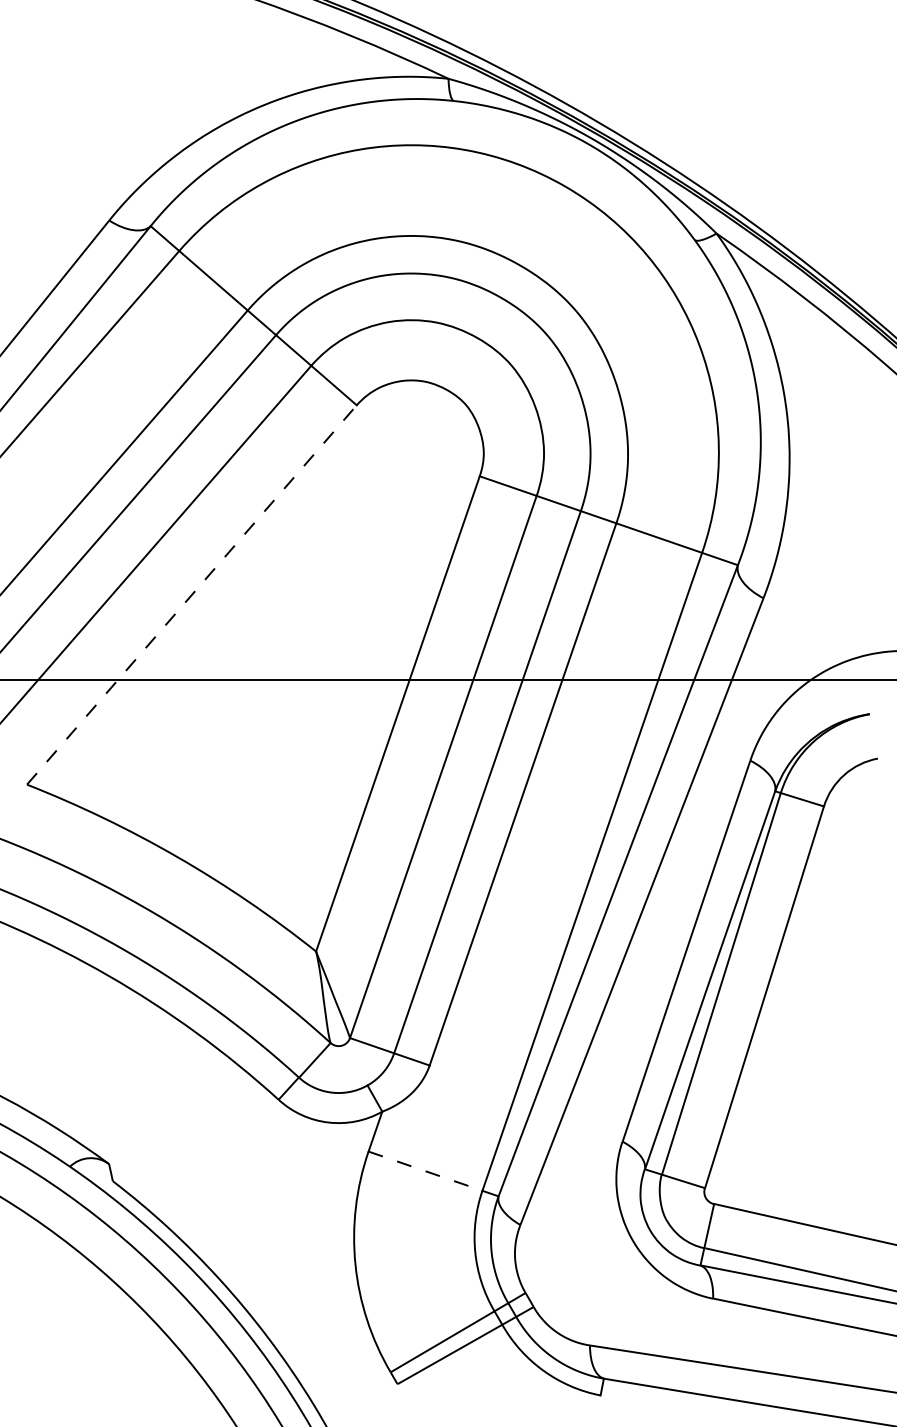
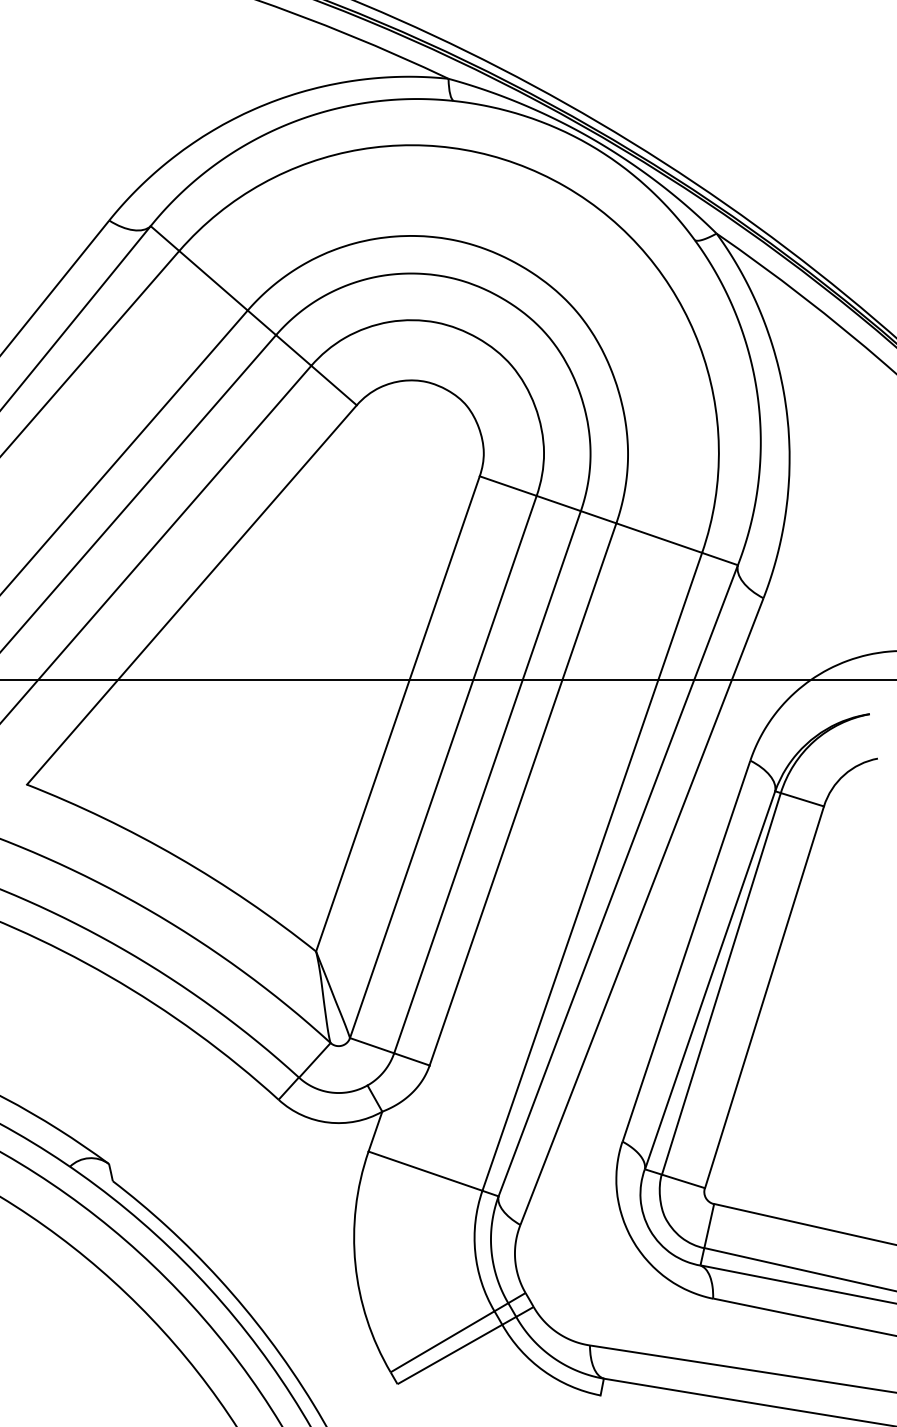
line at (192, 594): dashed -> solid
line at (425, 1171): dashed -> solid
